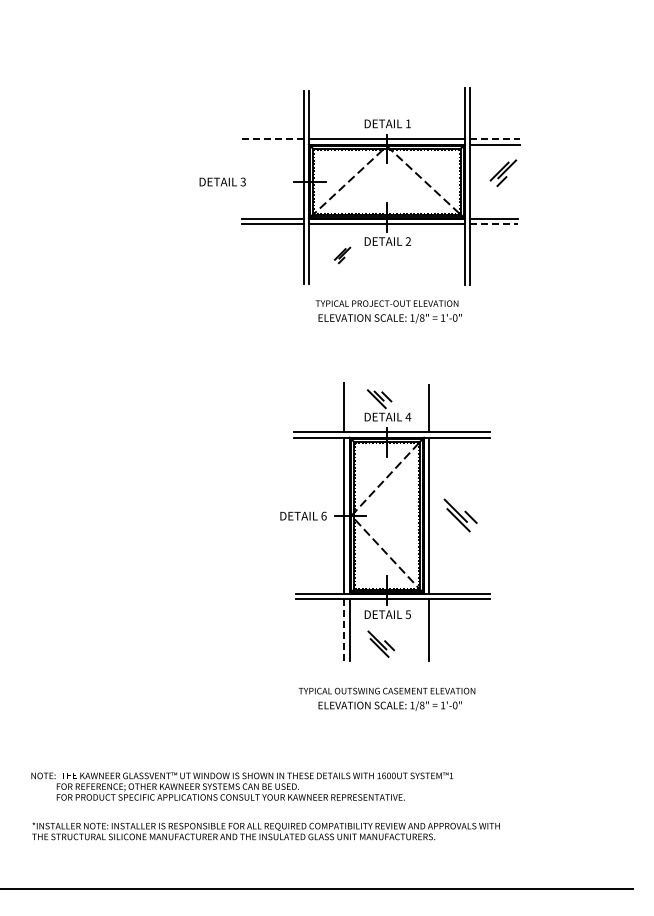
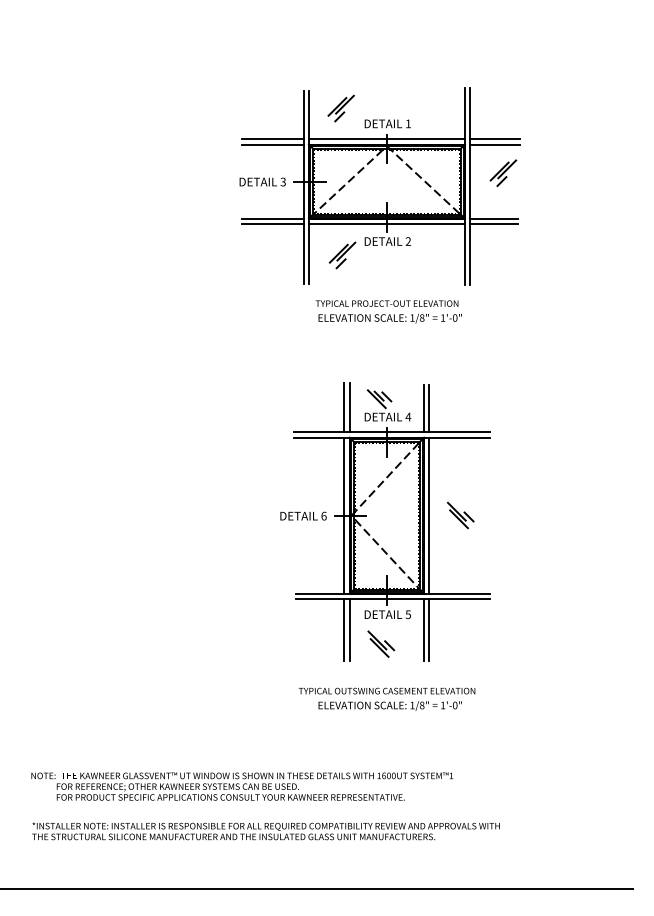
part at (340, 108): none -> present
line at (273, 139): dashed -> solid
line at (495, 139): dashed -> solid
line at (272, 144): none -> present
text at (222, 181) position: (222, 181) -> (262, 181)
line at (494, 224): dashed -> solid
part at (342, 255) size: 19x19 px -> 29x29 px
line at (349, 407): none -> present
line at (424, 408): none -> present
part at (460, 515) size: 35x35 px -> 28x29 px
line at (344, 629): dashed -> solid
line at (424, 629): none -> present
